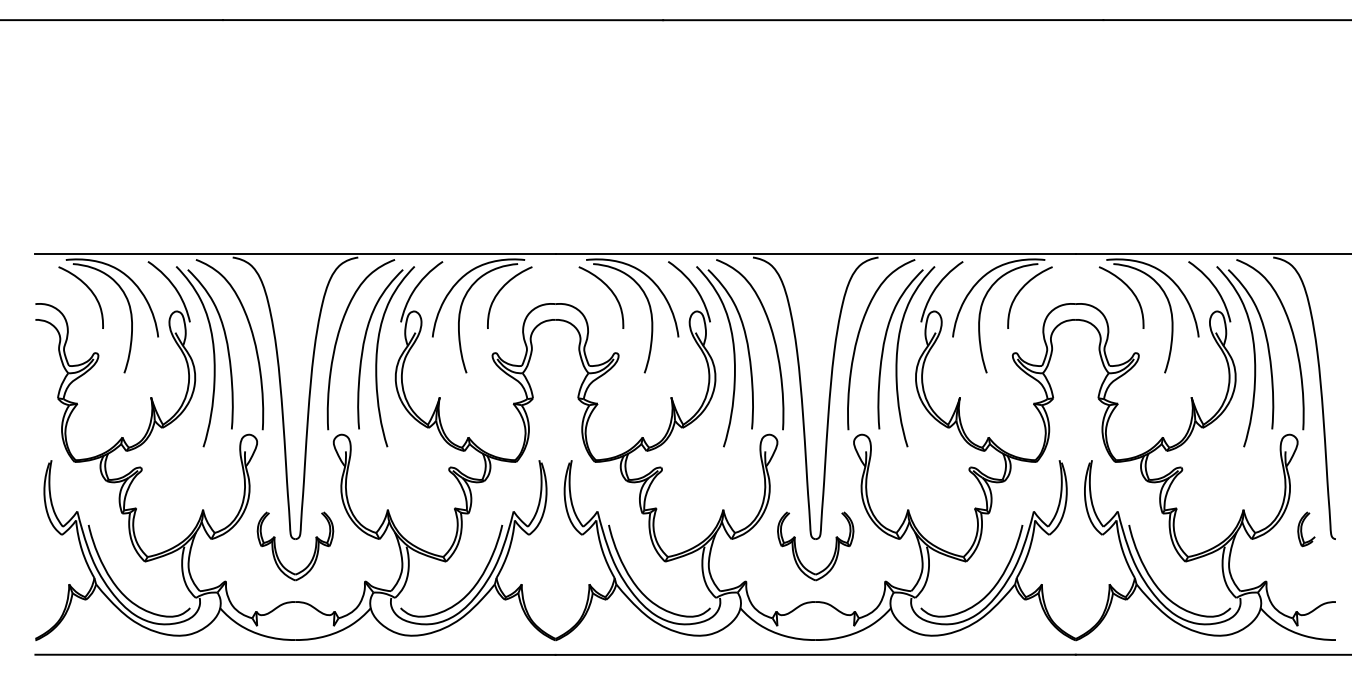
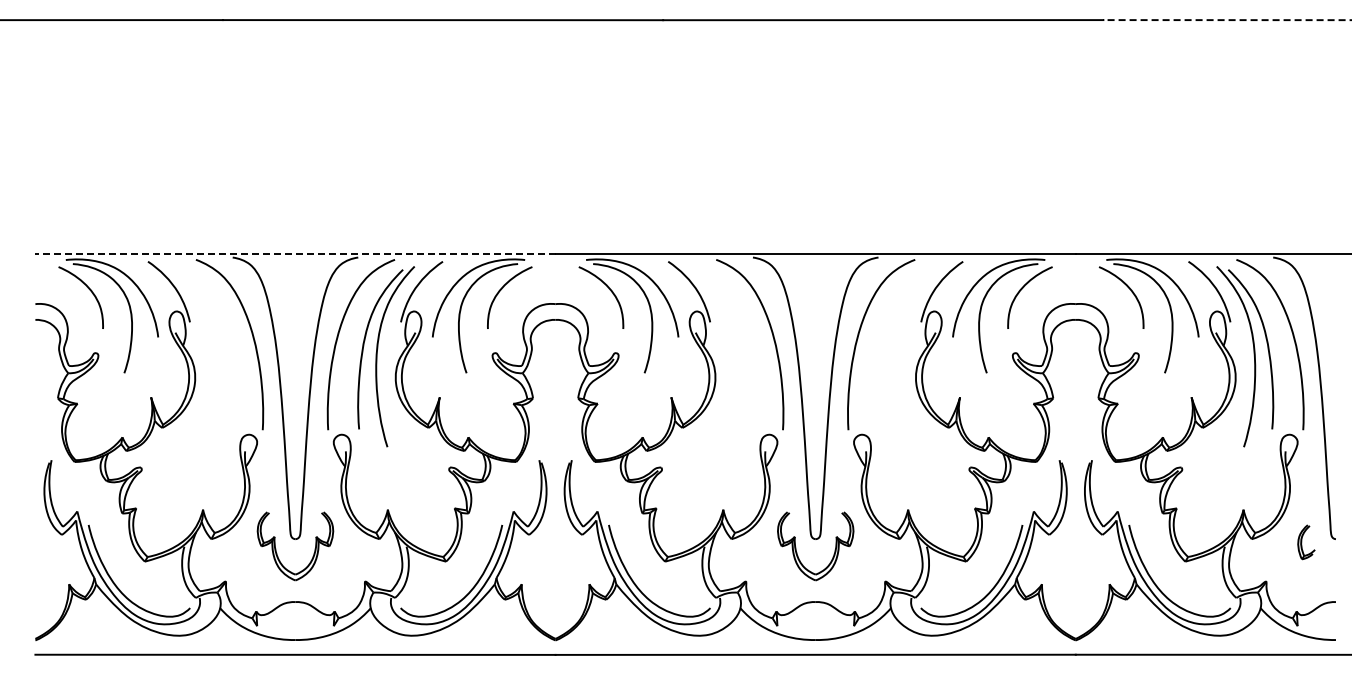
line at (1227, 20): solid -> dashed
line at (294, 254): solid -> dashed
part at (213, 356): present -> none
part at (733, 356): present -> none
part at (897, 356): present -> none
part at (1306, 529) position: (1306, 529) -> (1306, 542)
